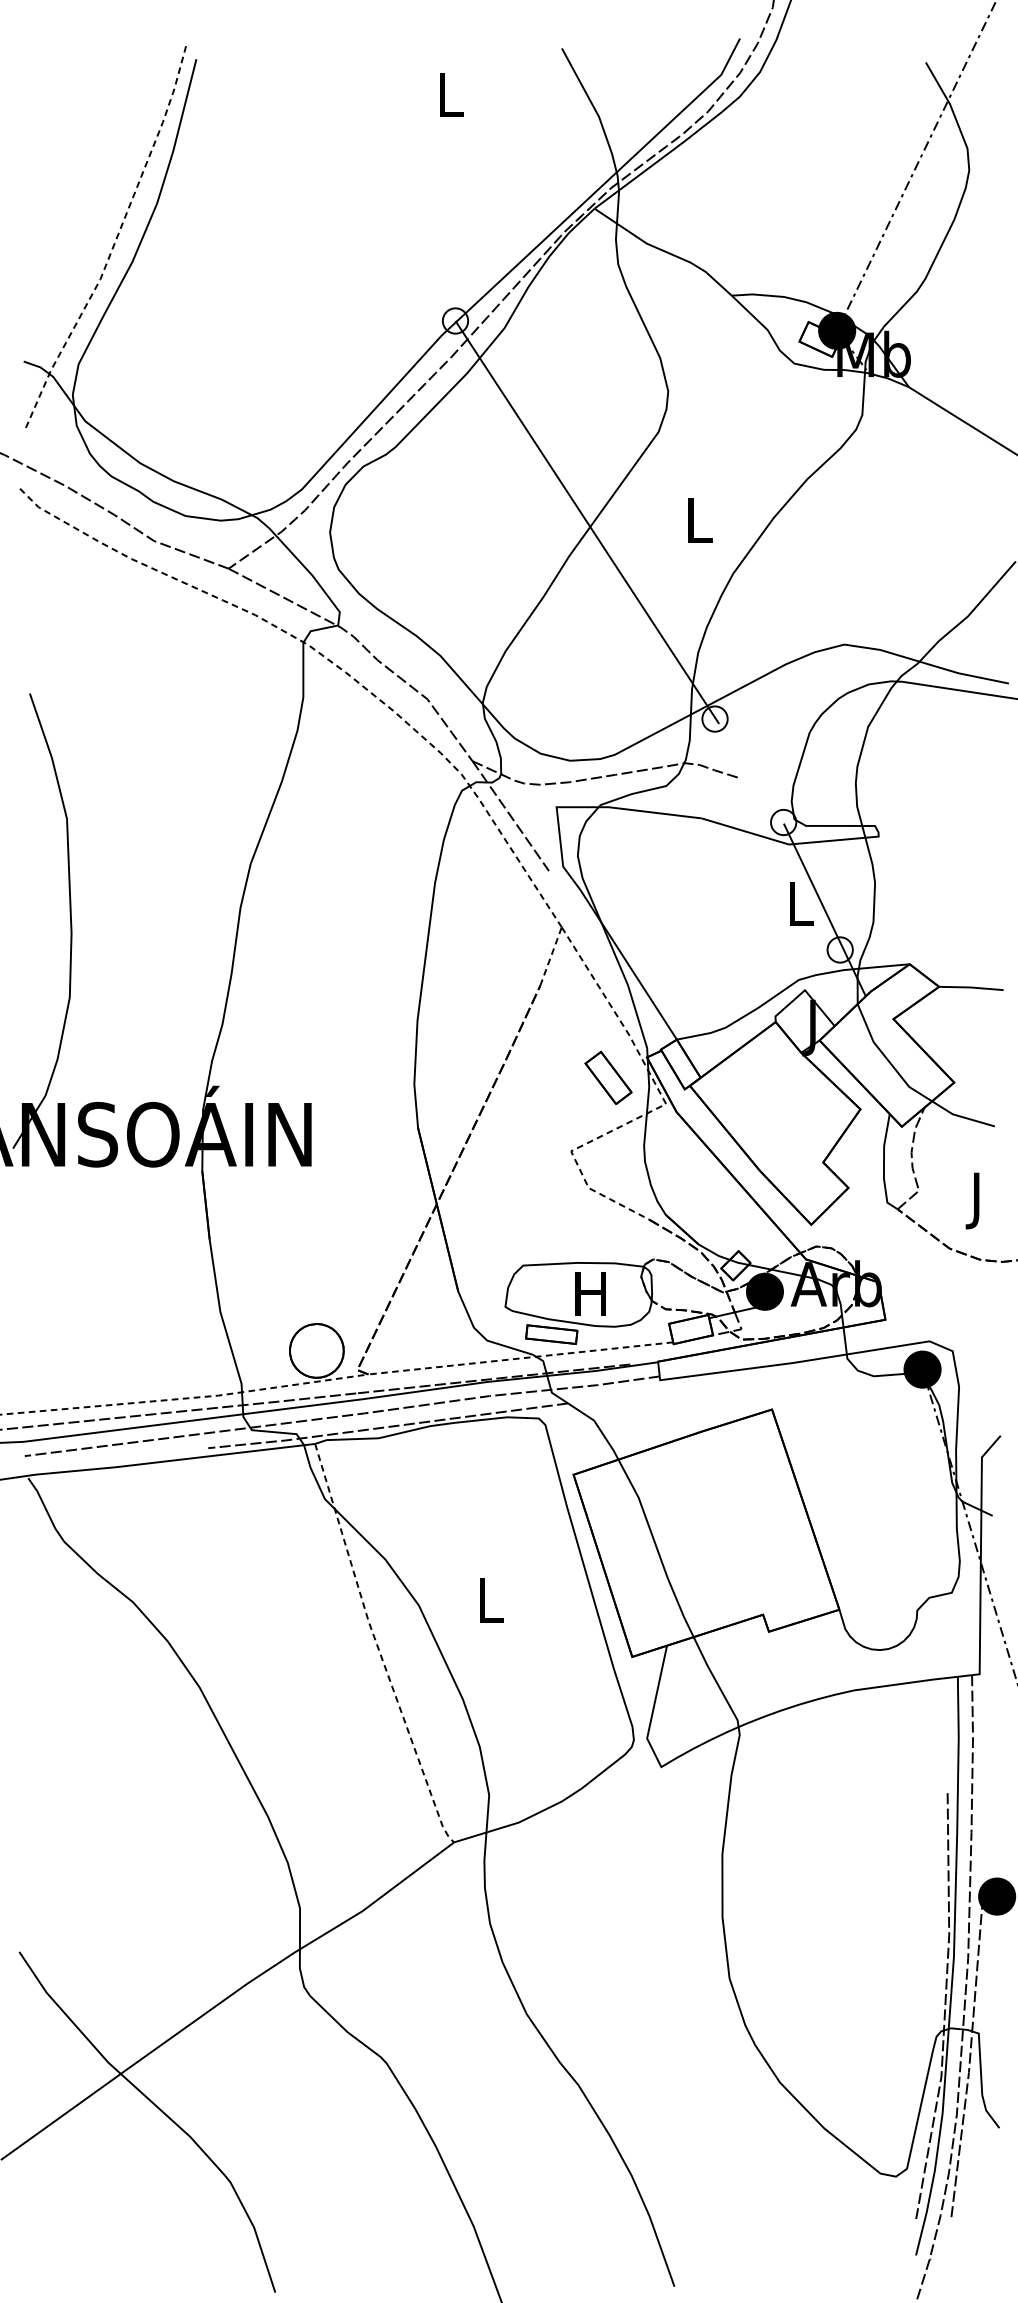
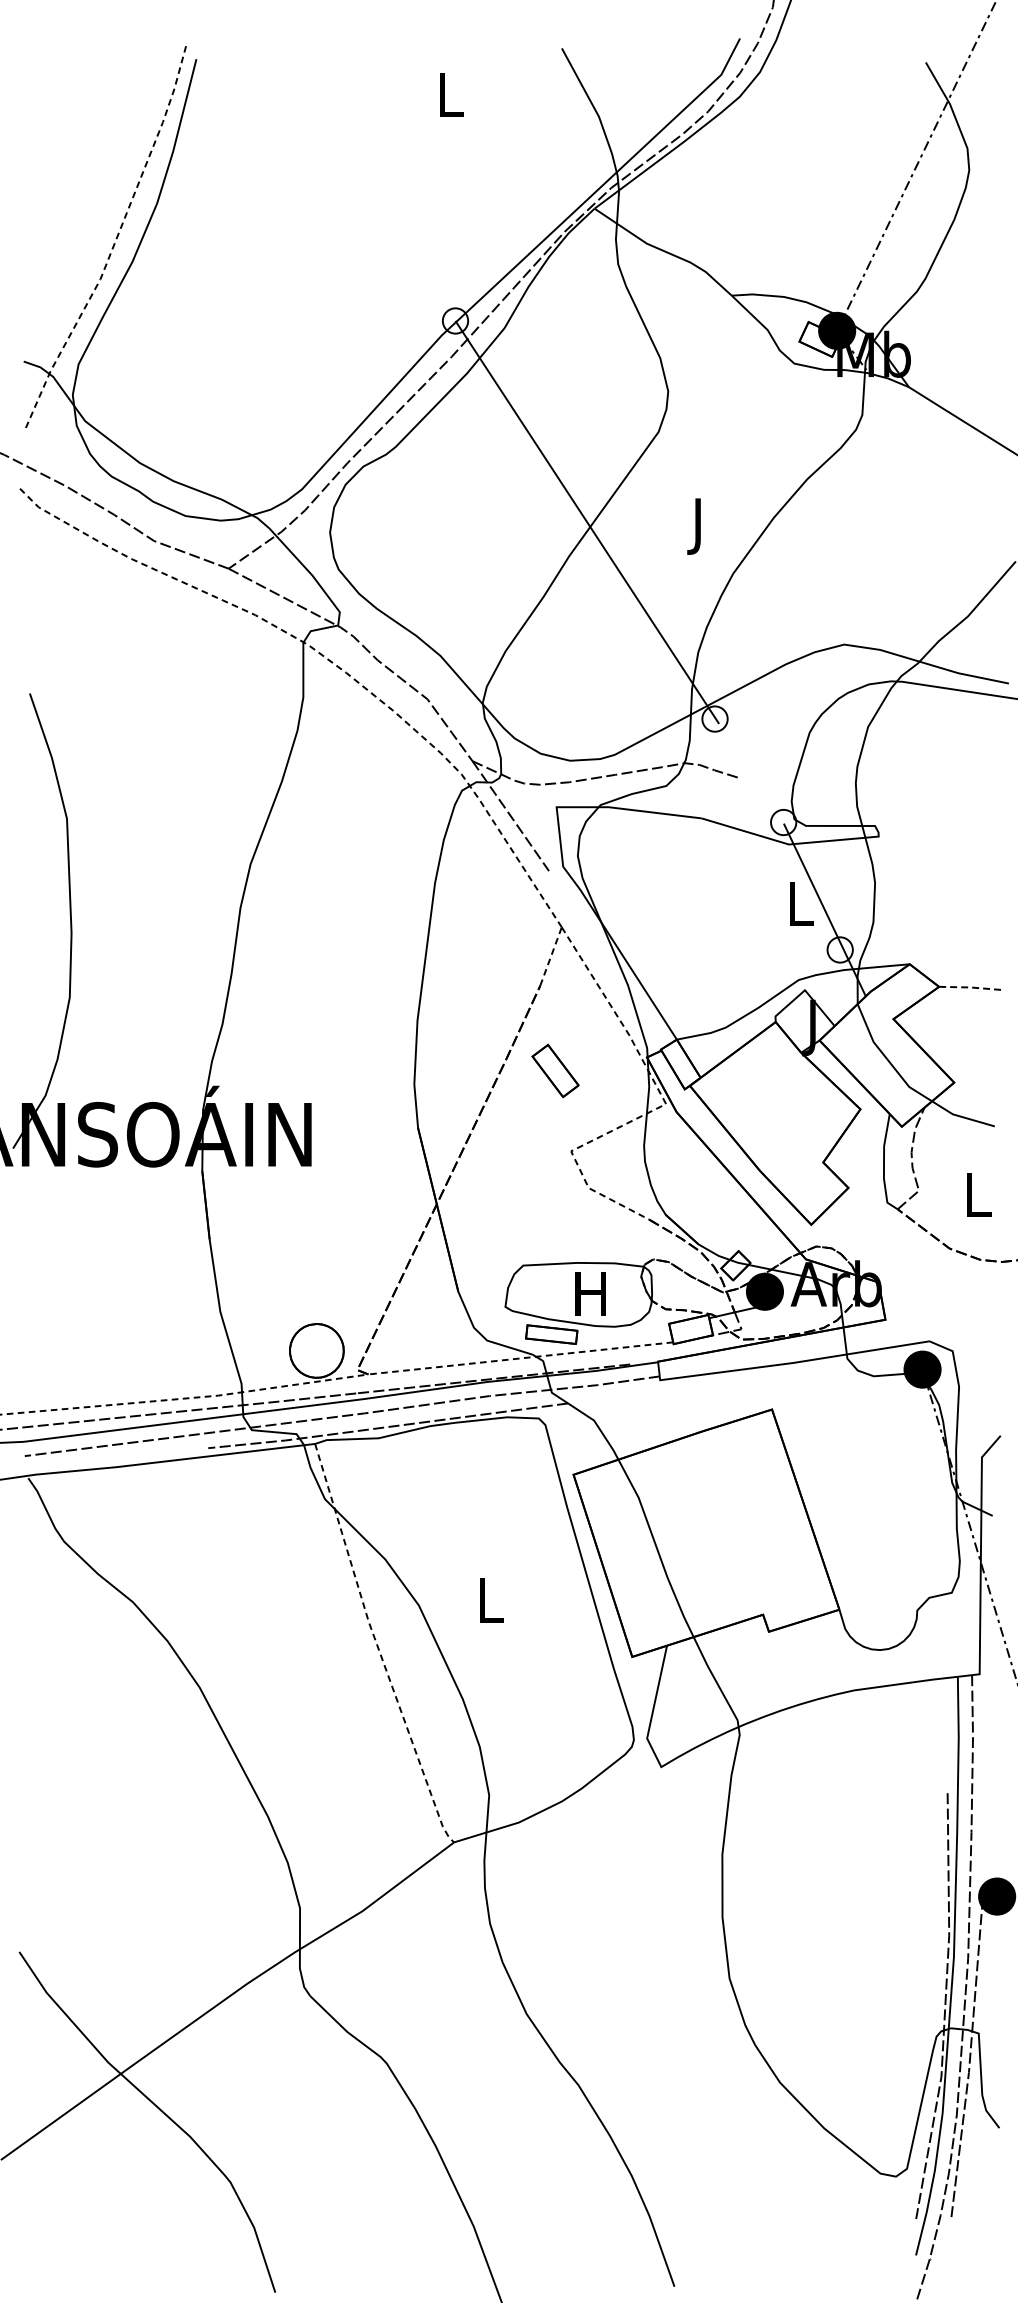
text at (699, 526): L -> J
line at (971, 987): solid -> dashed
part at (608, 1077) position: (608, 1077) -> (555, 1070)
text at (978, 1200): J -> L
